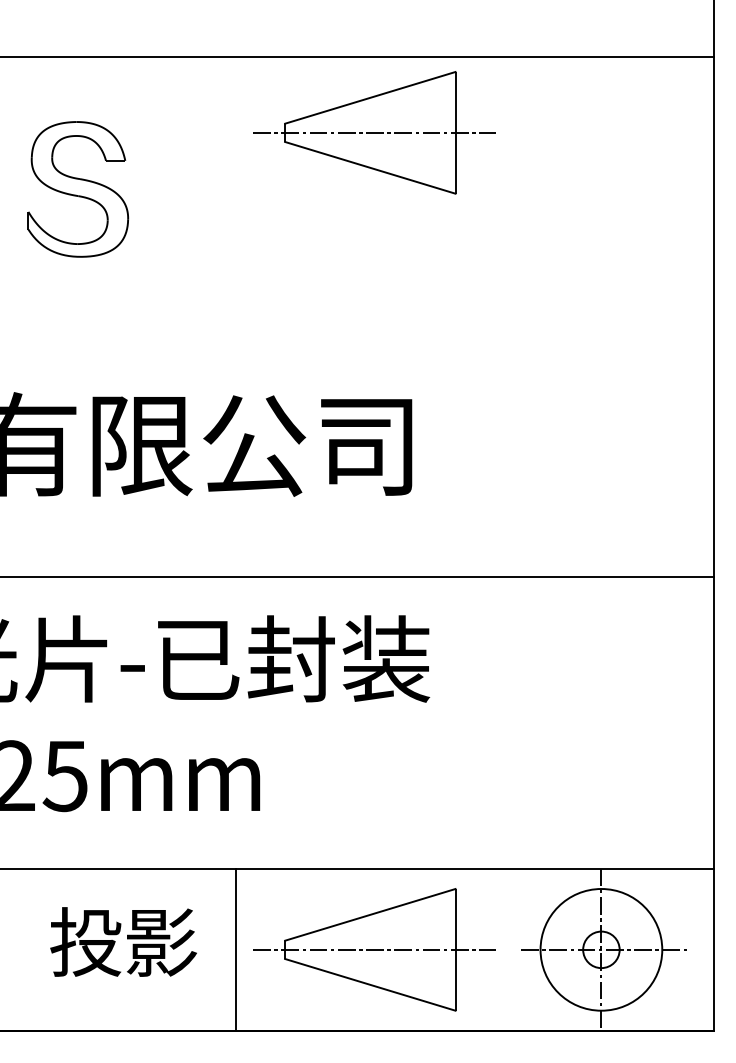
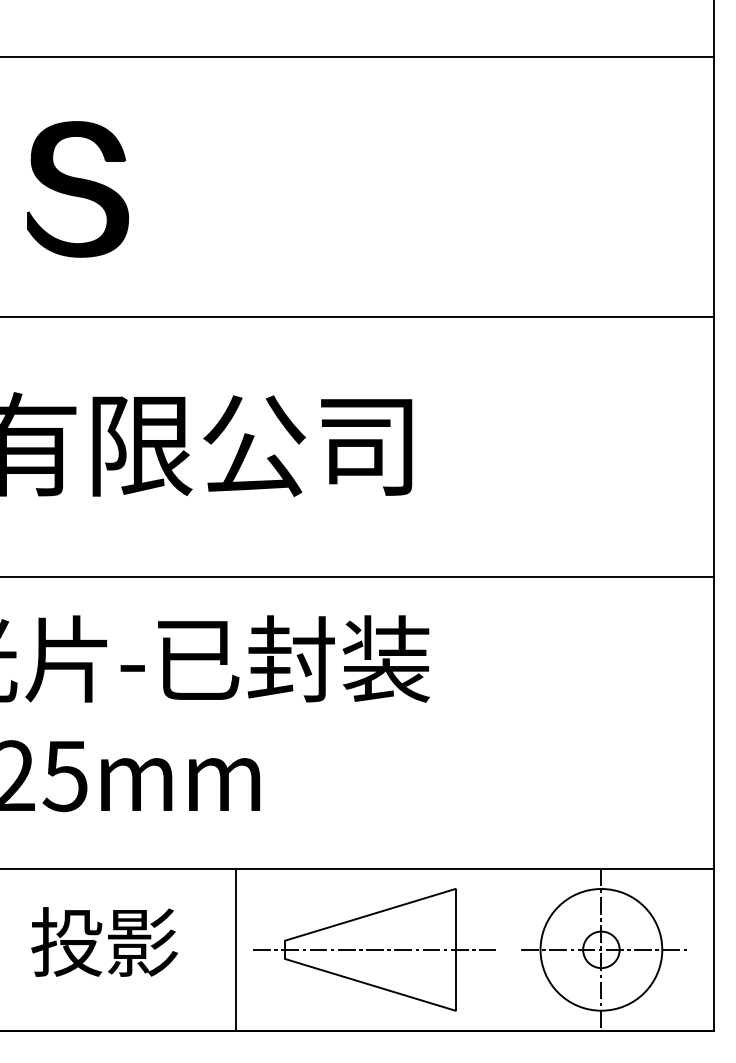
part at (374, 132): present -> none
fill at (78, 189): none -> present
line at (358, 317): none -> present
text at (123, 941) position: (123, 941) -> (104, 941)
